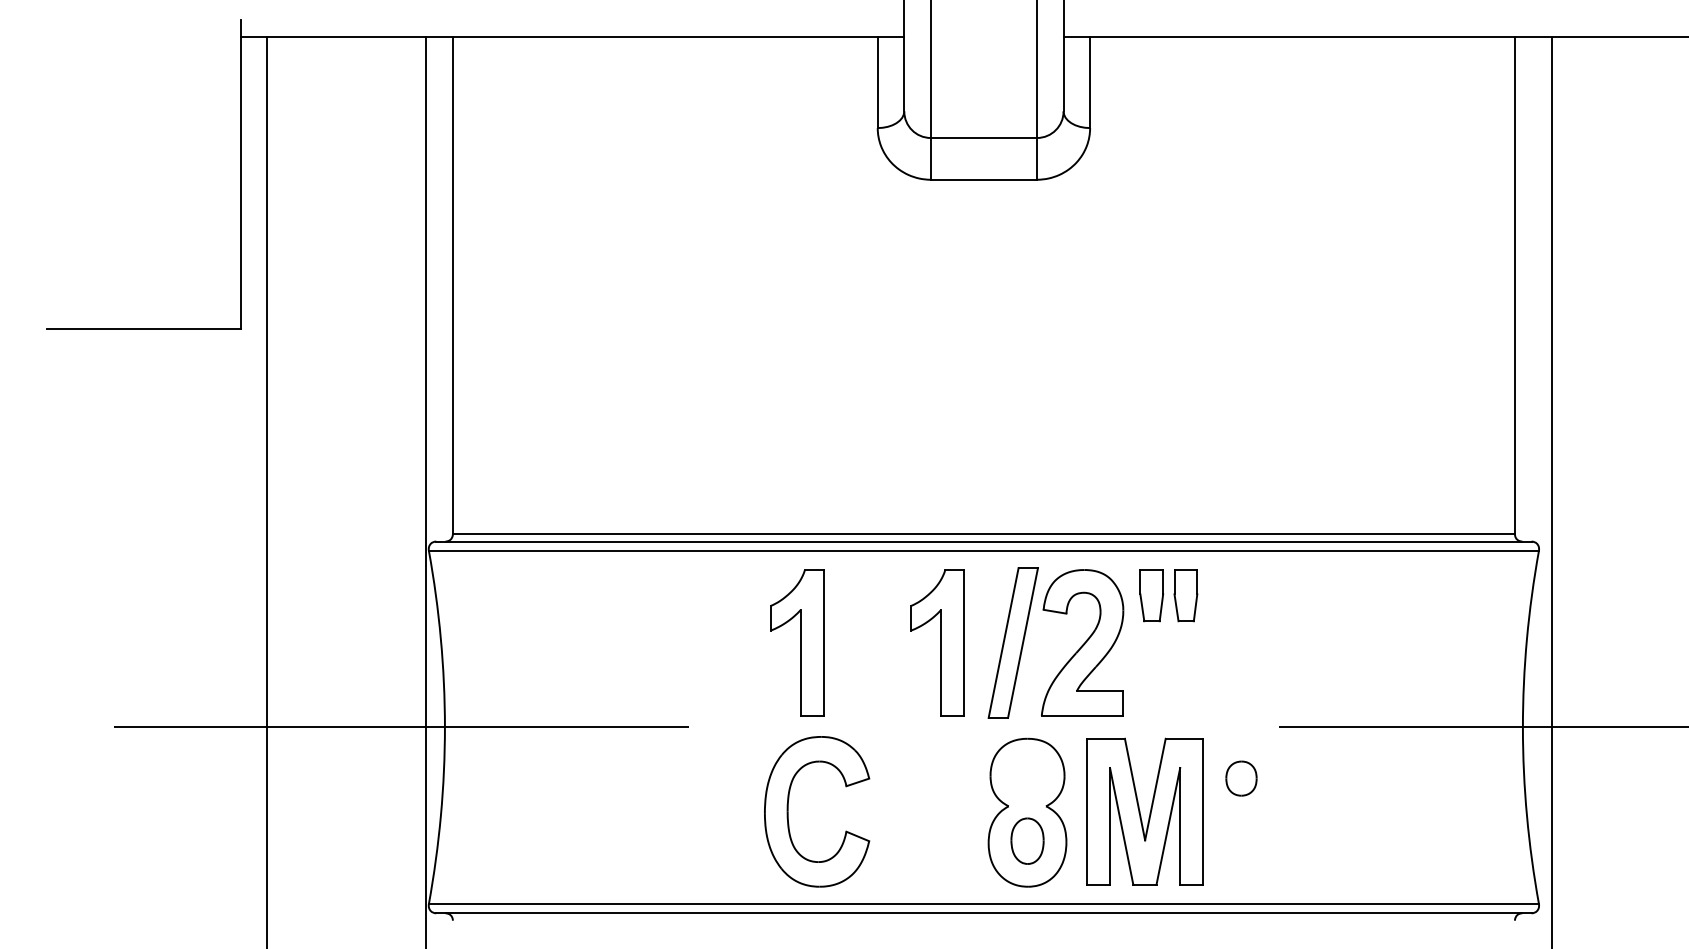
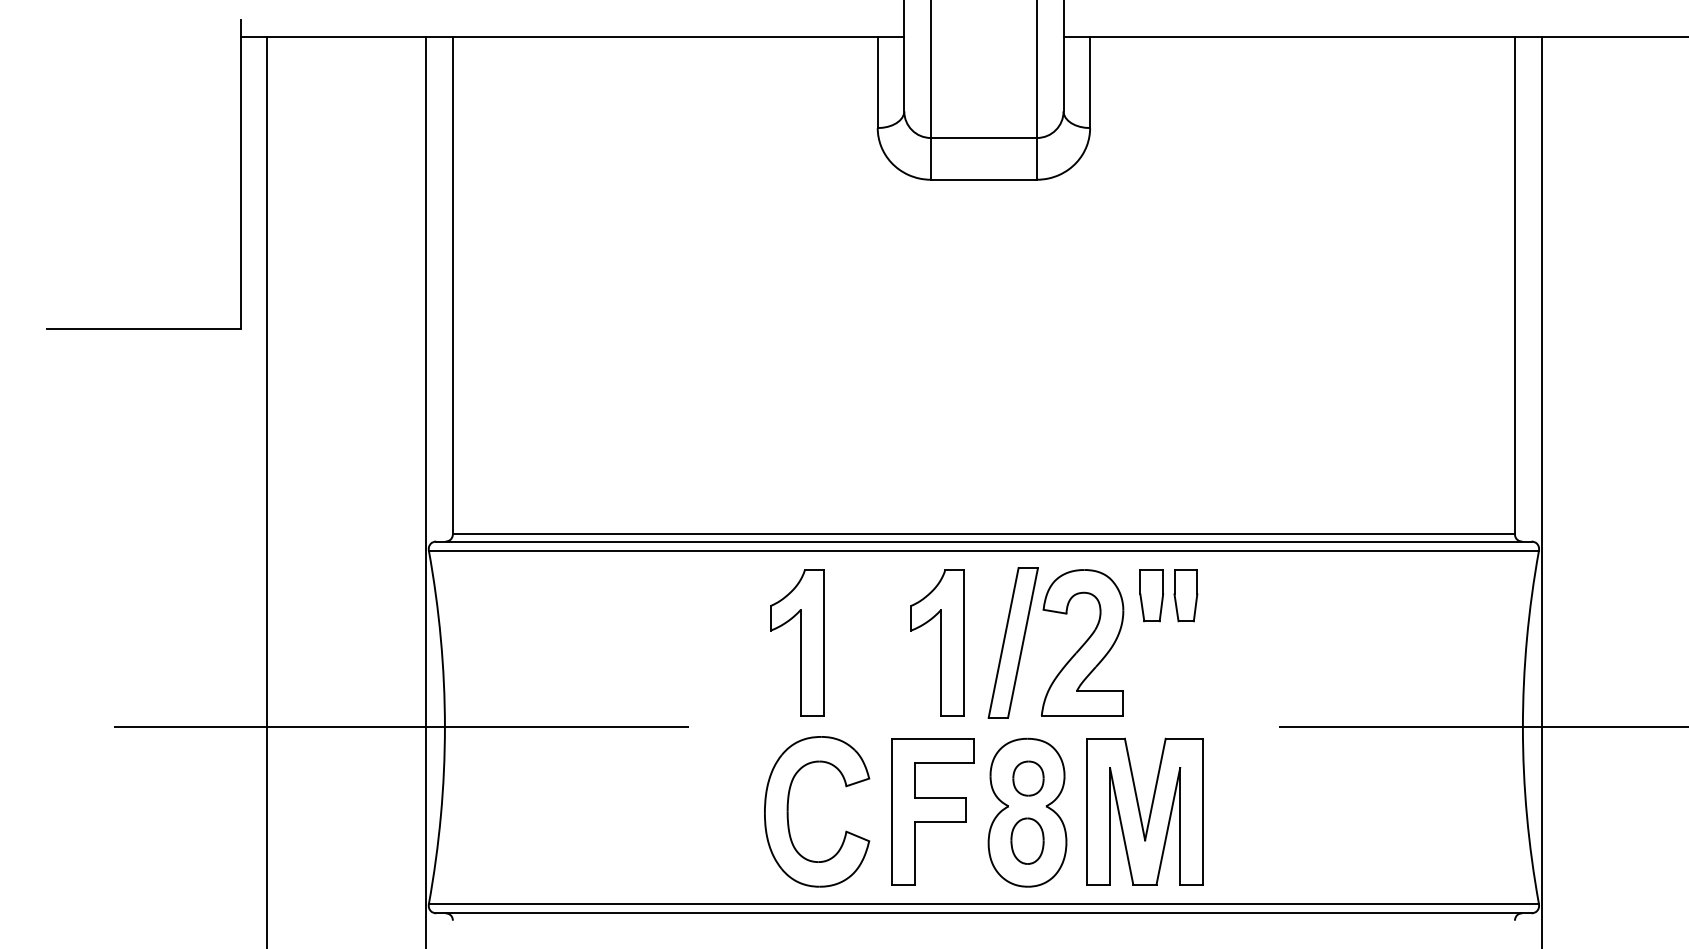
line at (1551, 490) position: (1551, 490) -> (1541, 490)
part at (1241, 778) position: (1241, 778) -> (1028, 778)
part at (932, 811): none -> present
